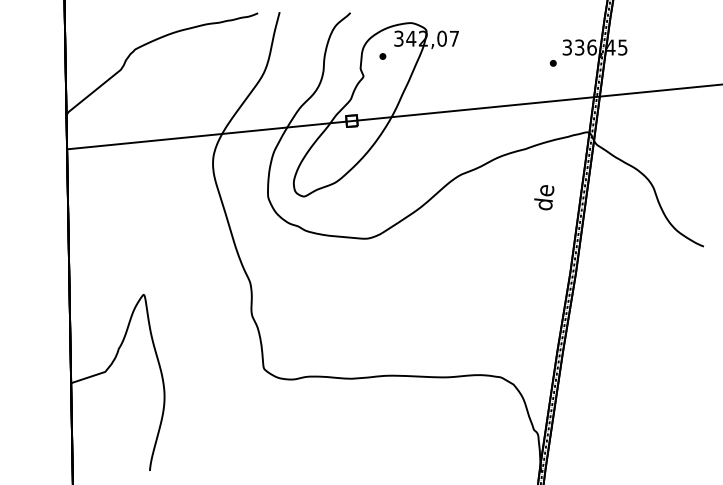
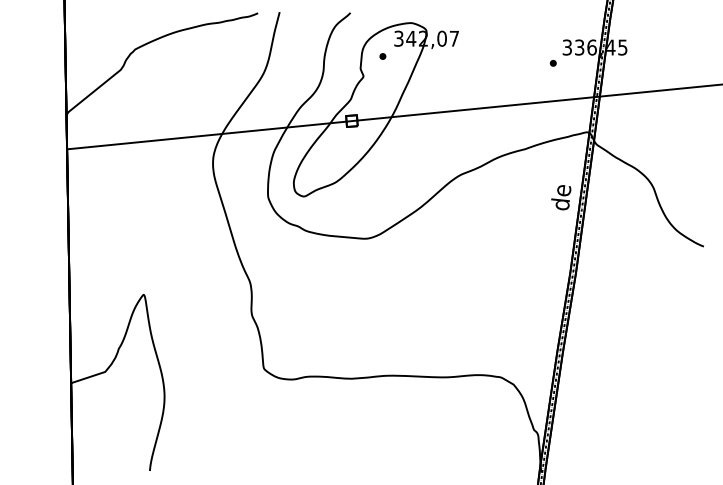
text at (544, 197) position: (544, 197) -> (561, 197)
